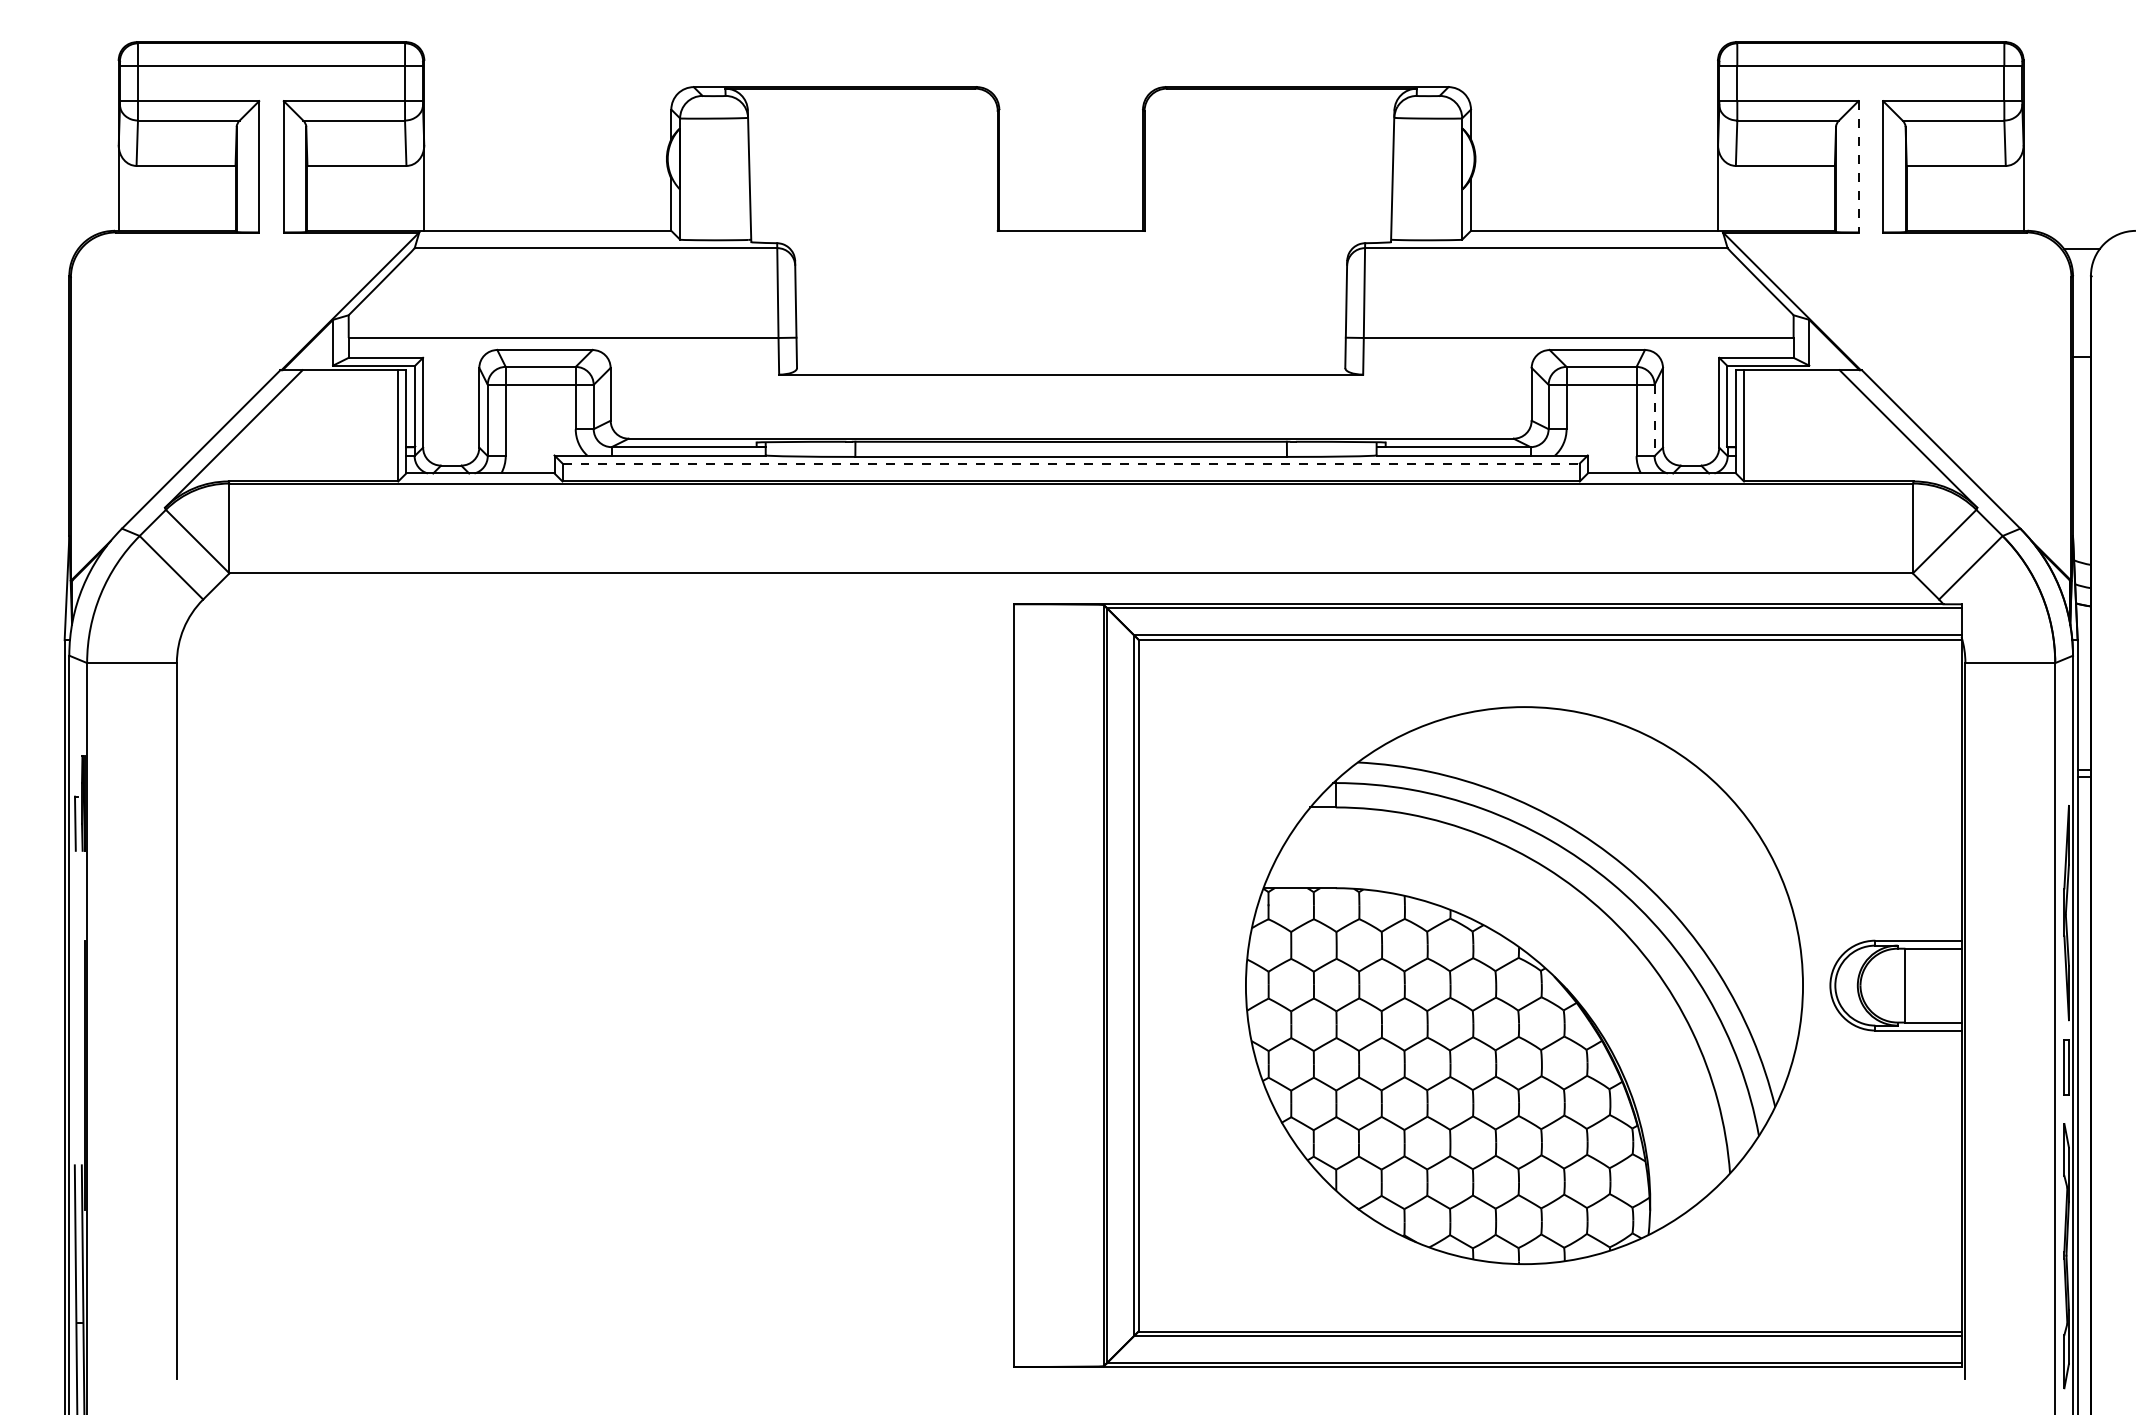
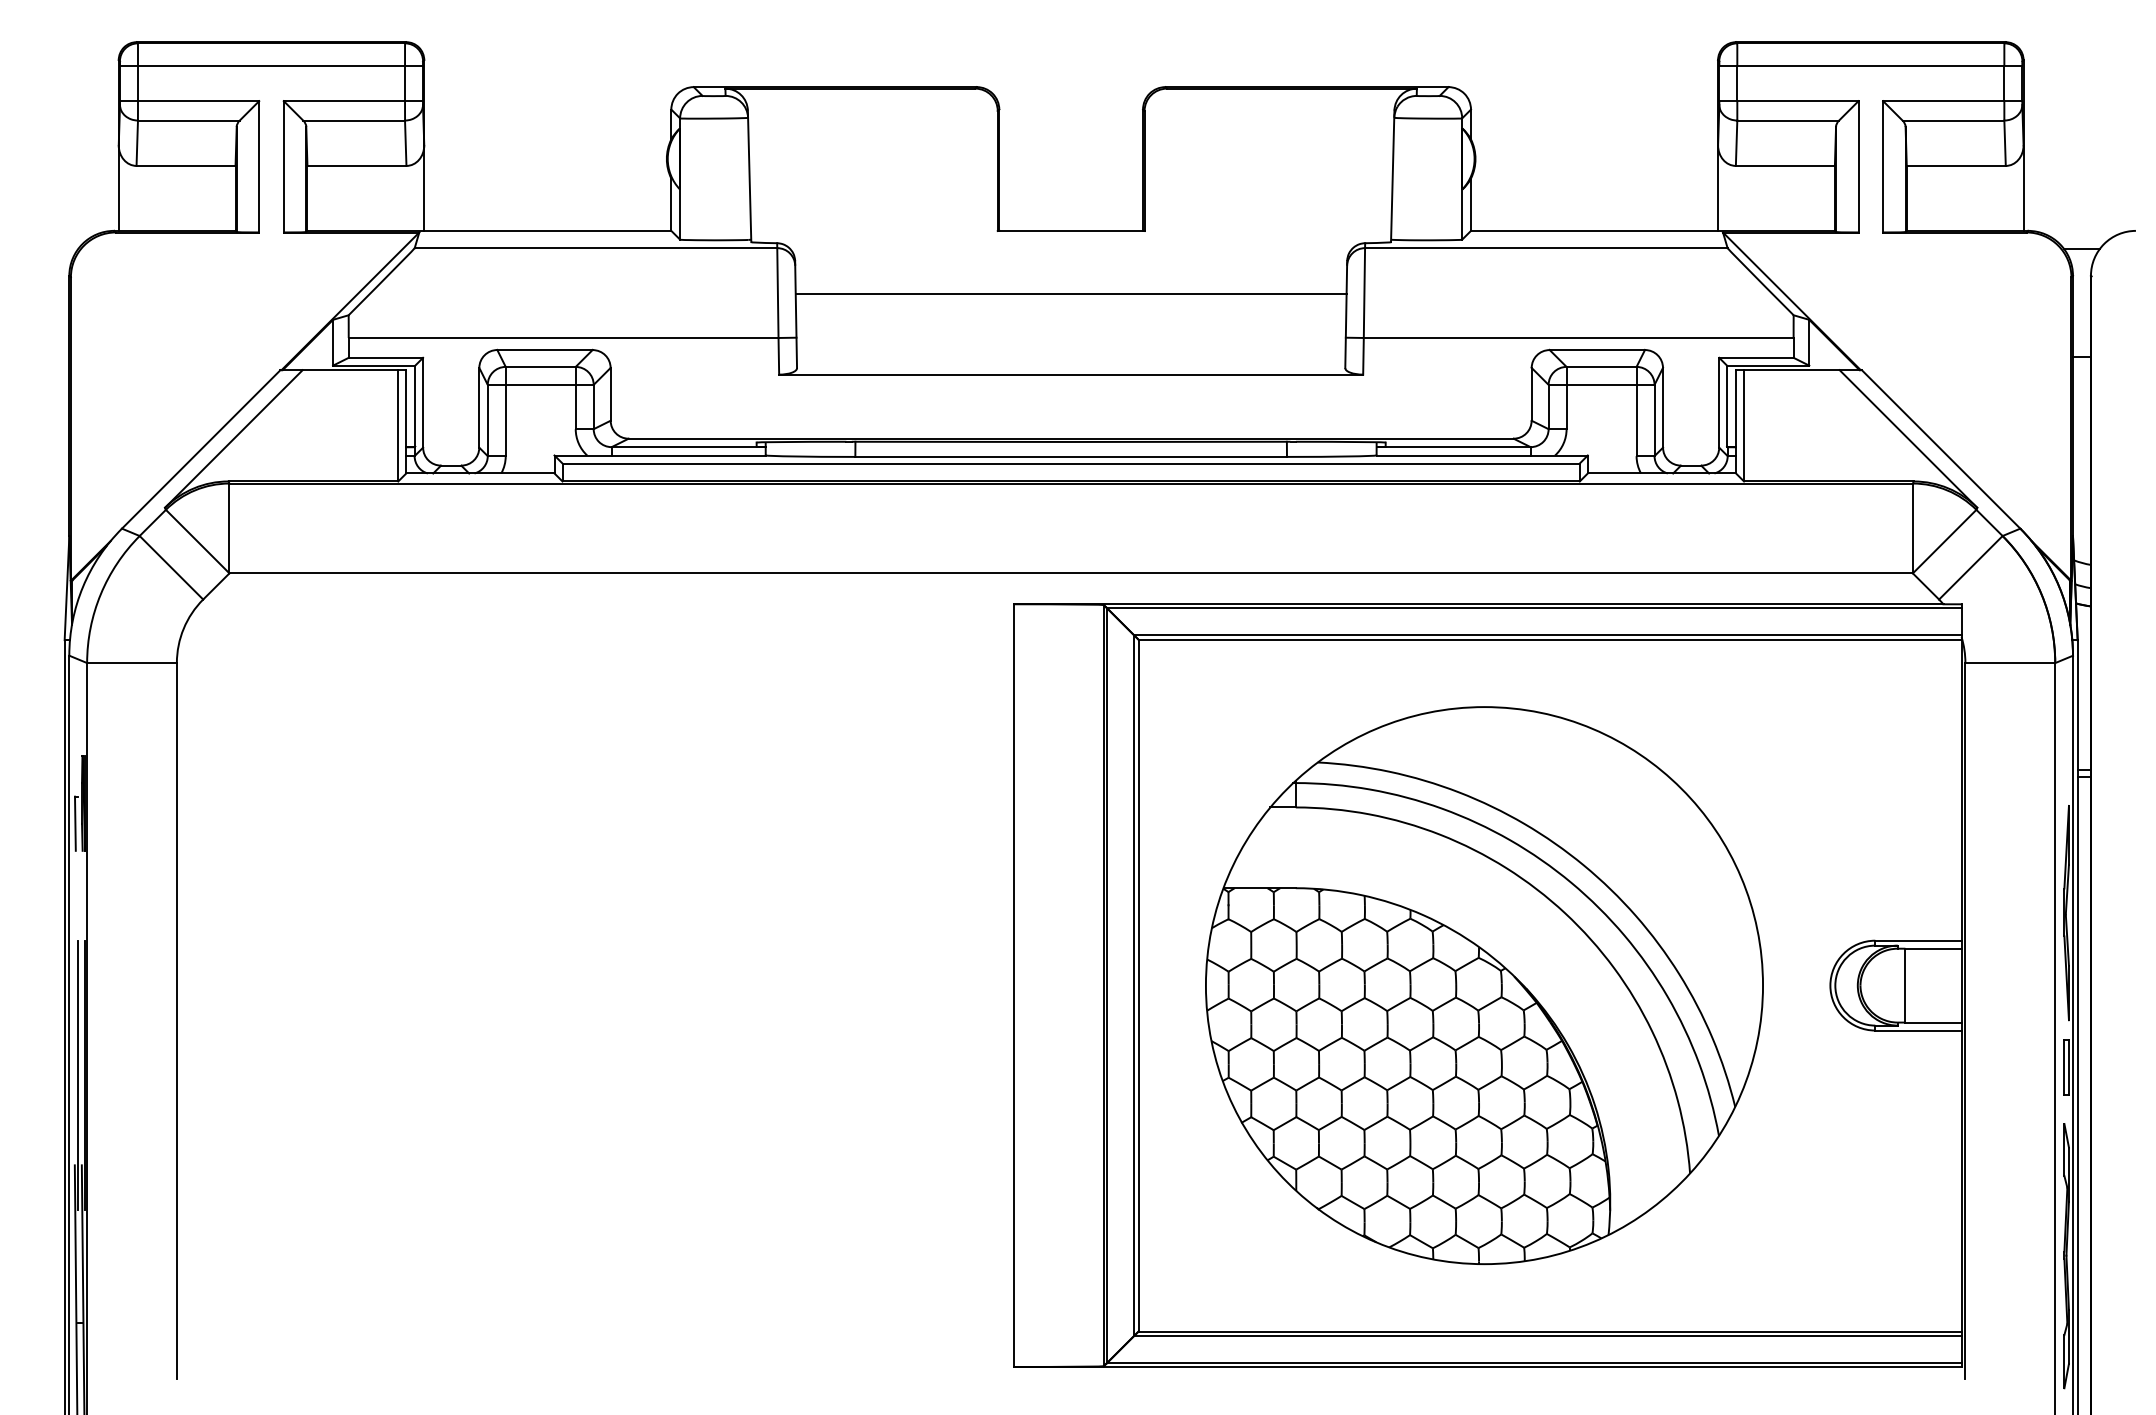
line at (1858, 166): dashed -> solid
line at (1070, 293): none -> present
line at (1654, 420): dashed -> solid
line at (1071, 463): dashed -> solid
part at (1524, 985) position: (1524, 985) -> (1484, 985)
line at (77, 1075): none -> present
